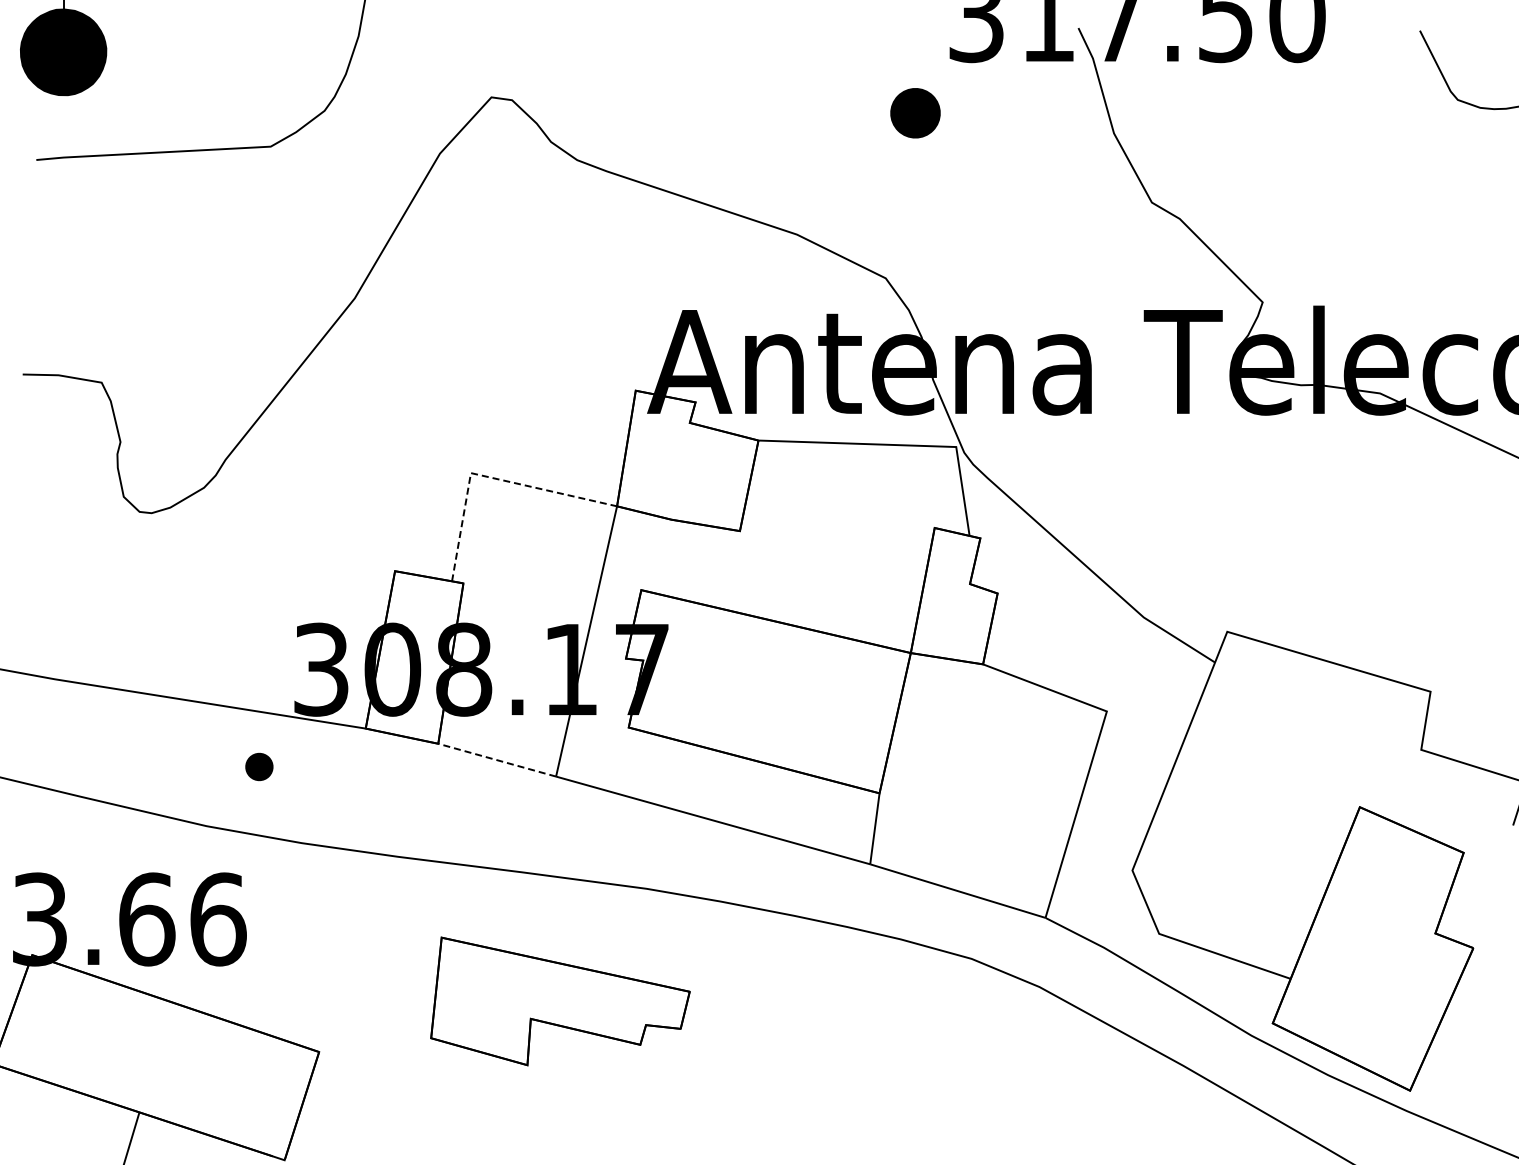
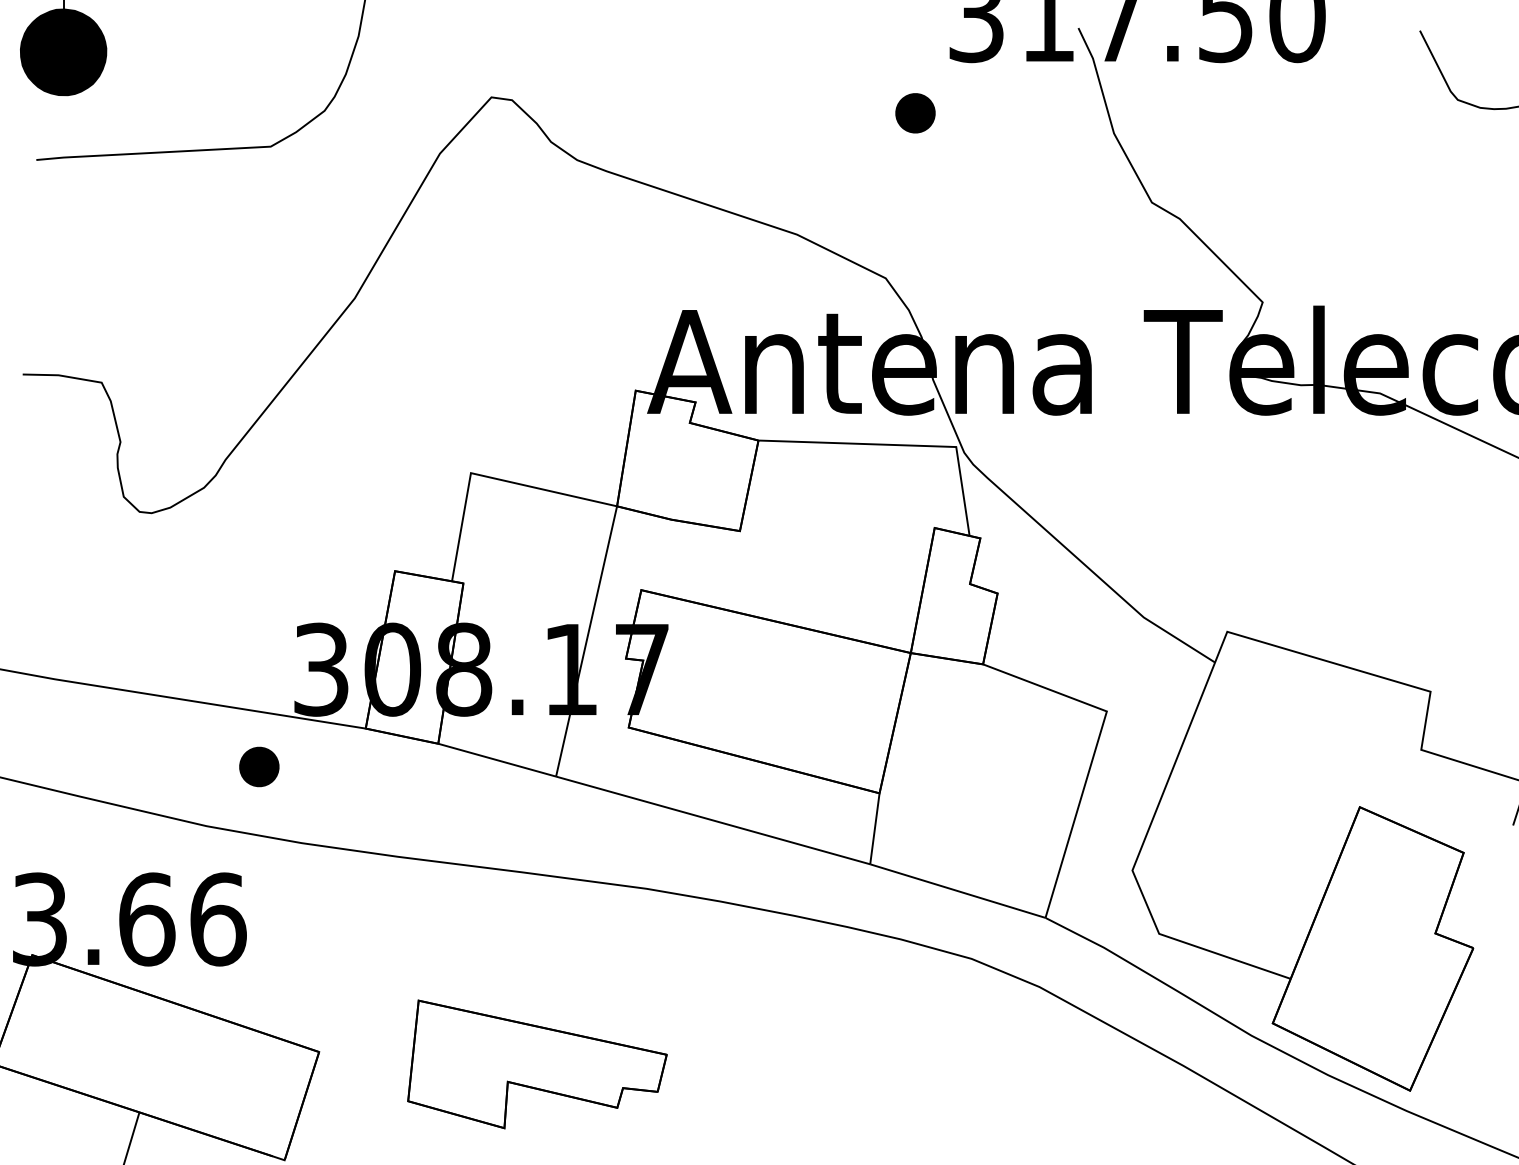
part at (915, 113) size: 51x51 px -> 41x41 px
line at (490, 477): dashed -> solid
line at (496, 760): dashed -> solid
part at (259, 766) size: 29x30 px -> 41x42 px
part at (560, 1001) position: (560, 1001) -> (537, 1064)
